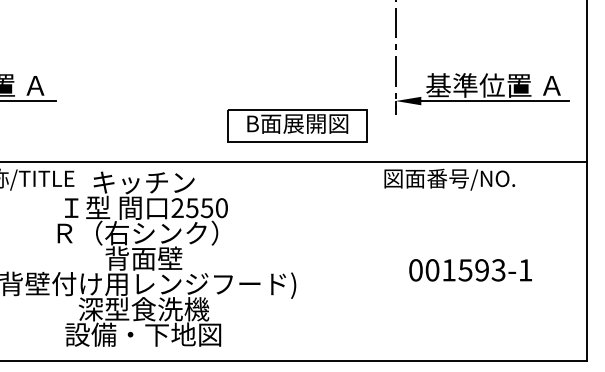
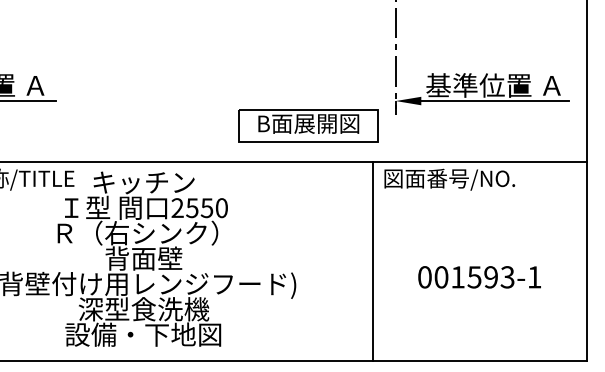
part at (297, 125) position: (297, 125) -> (308, 125)
line at (372, 261): none -> present
text at (470, 270) position: (470, 270) -> (479, 277)
